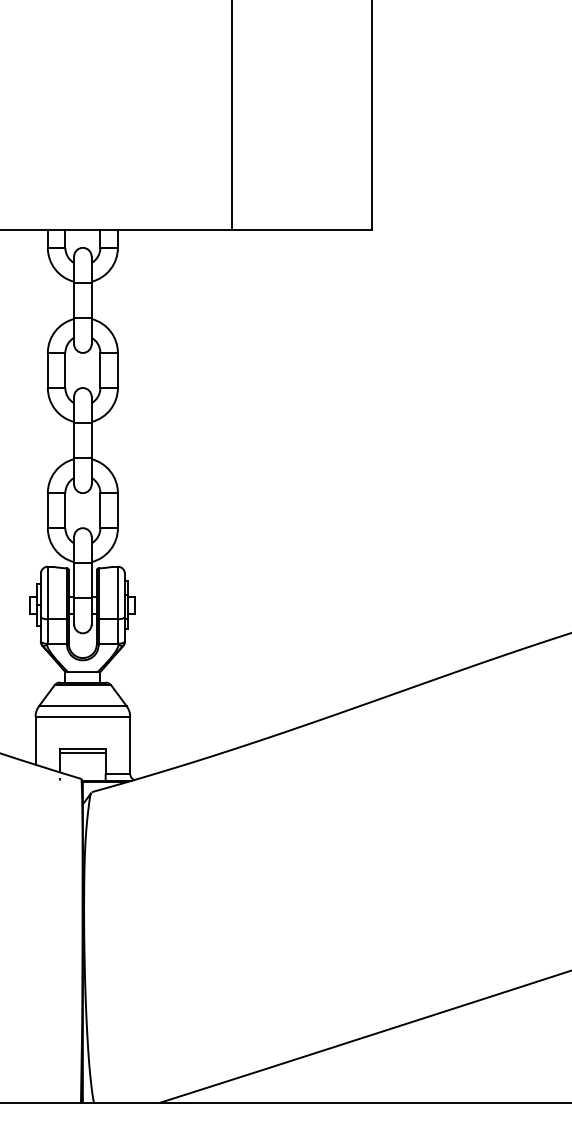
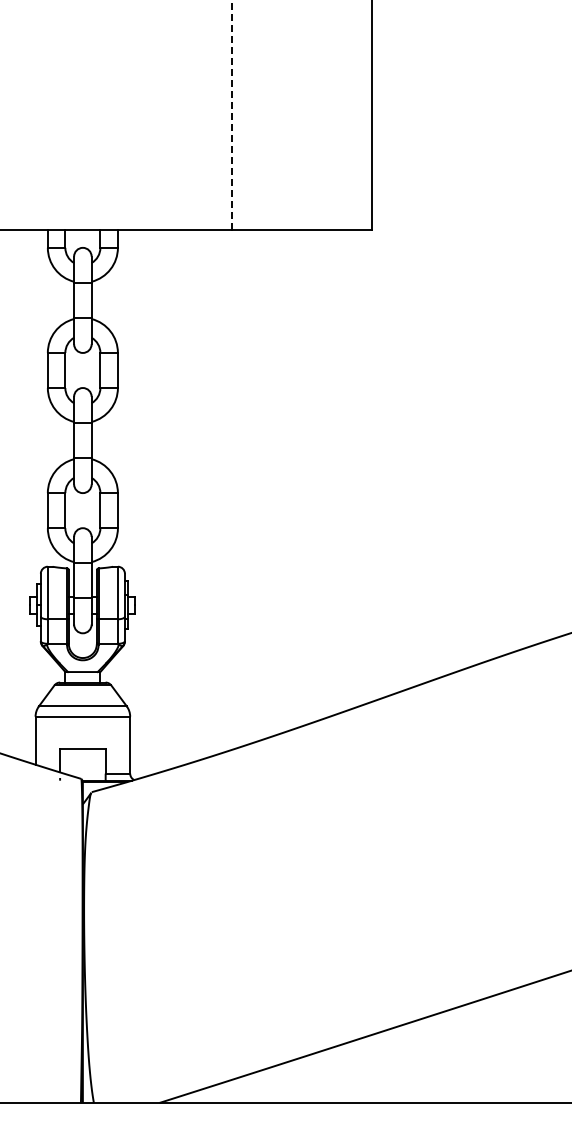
line at (231, 115): solid -> dashed
line at (82, 752): present -> none
